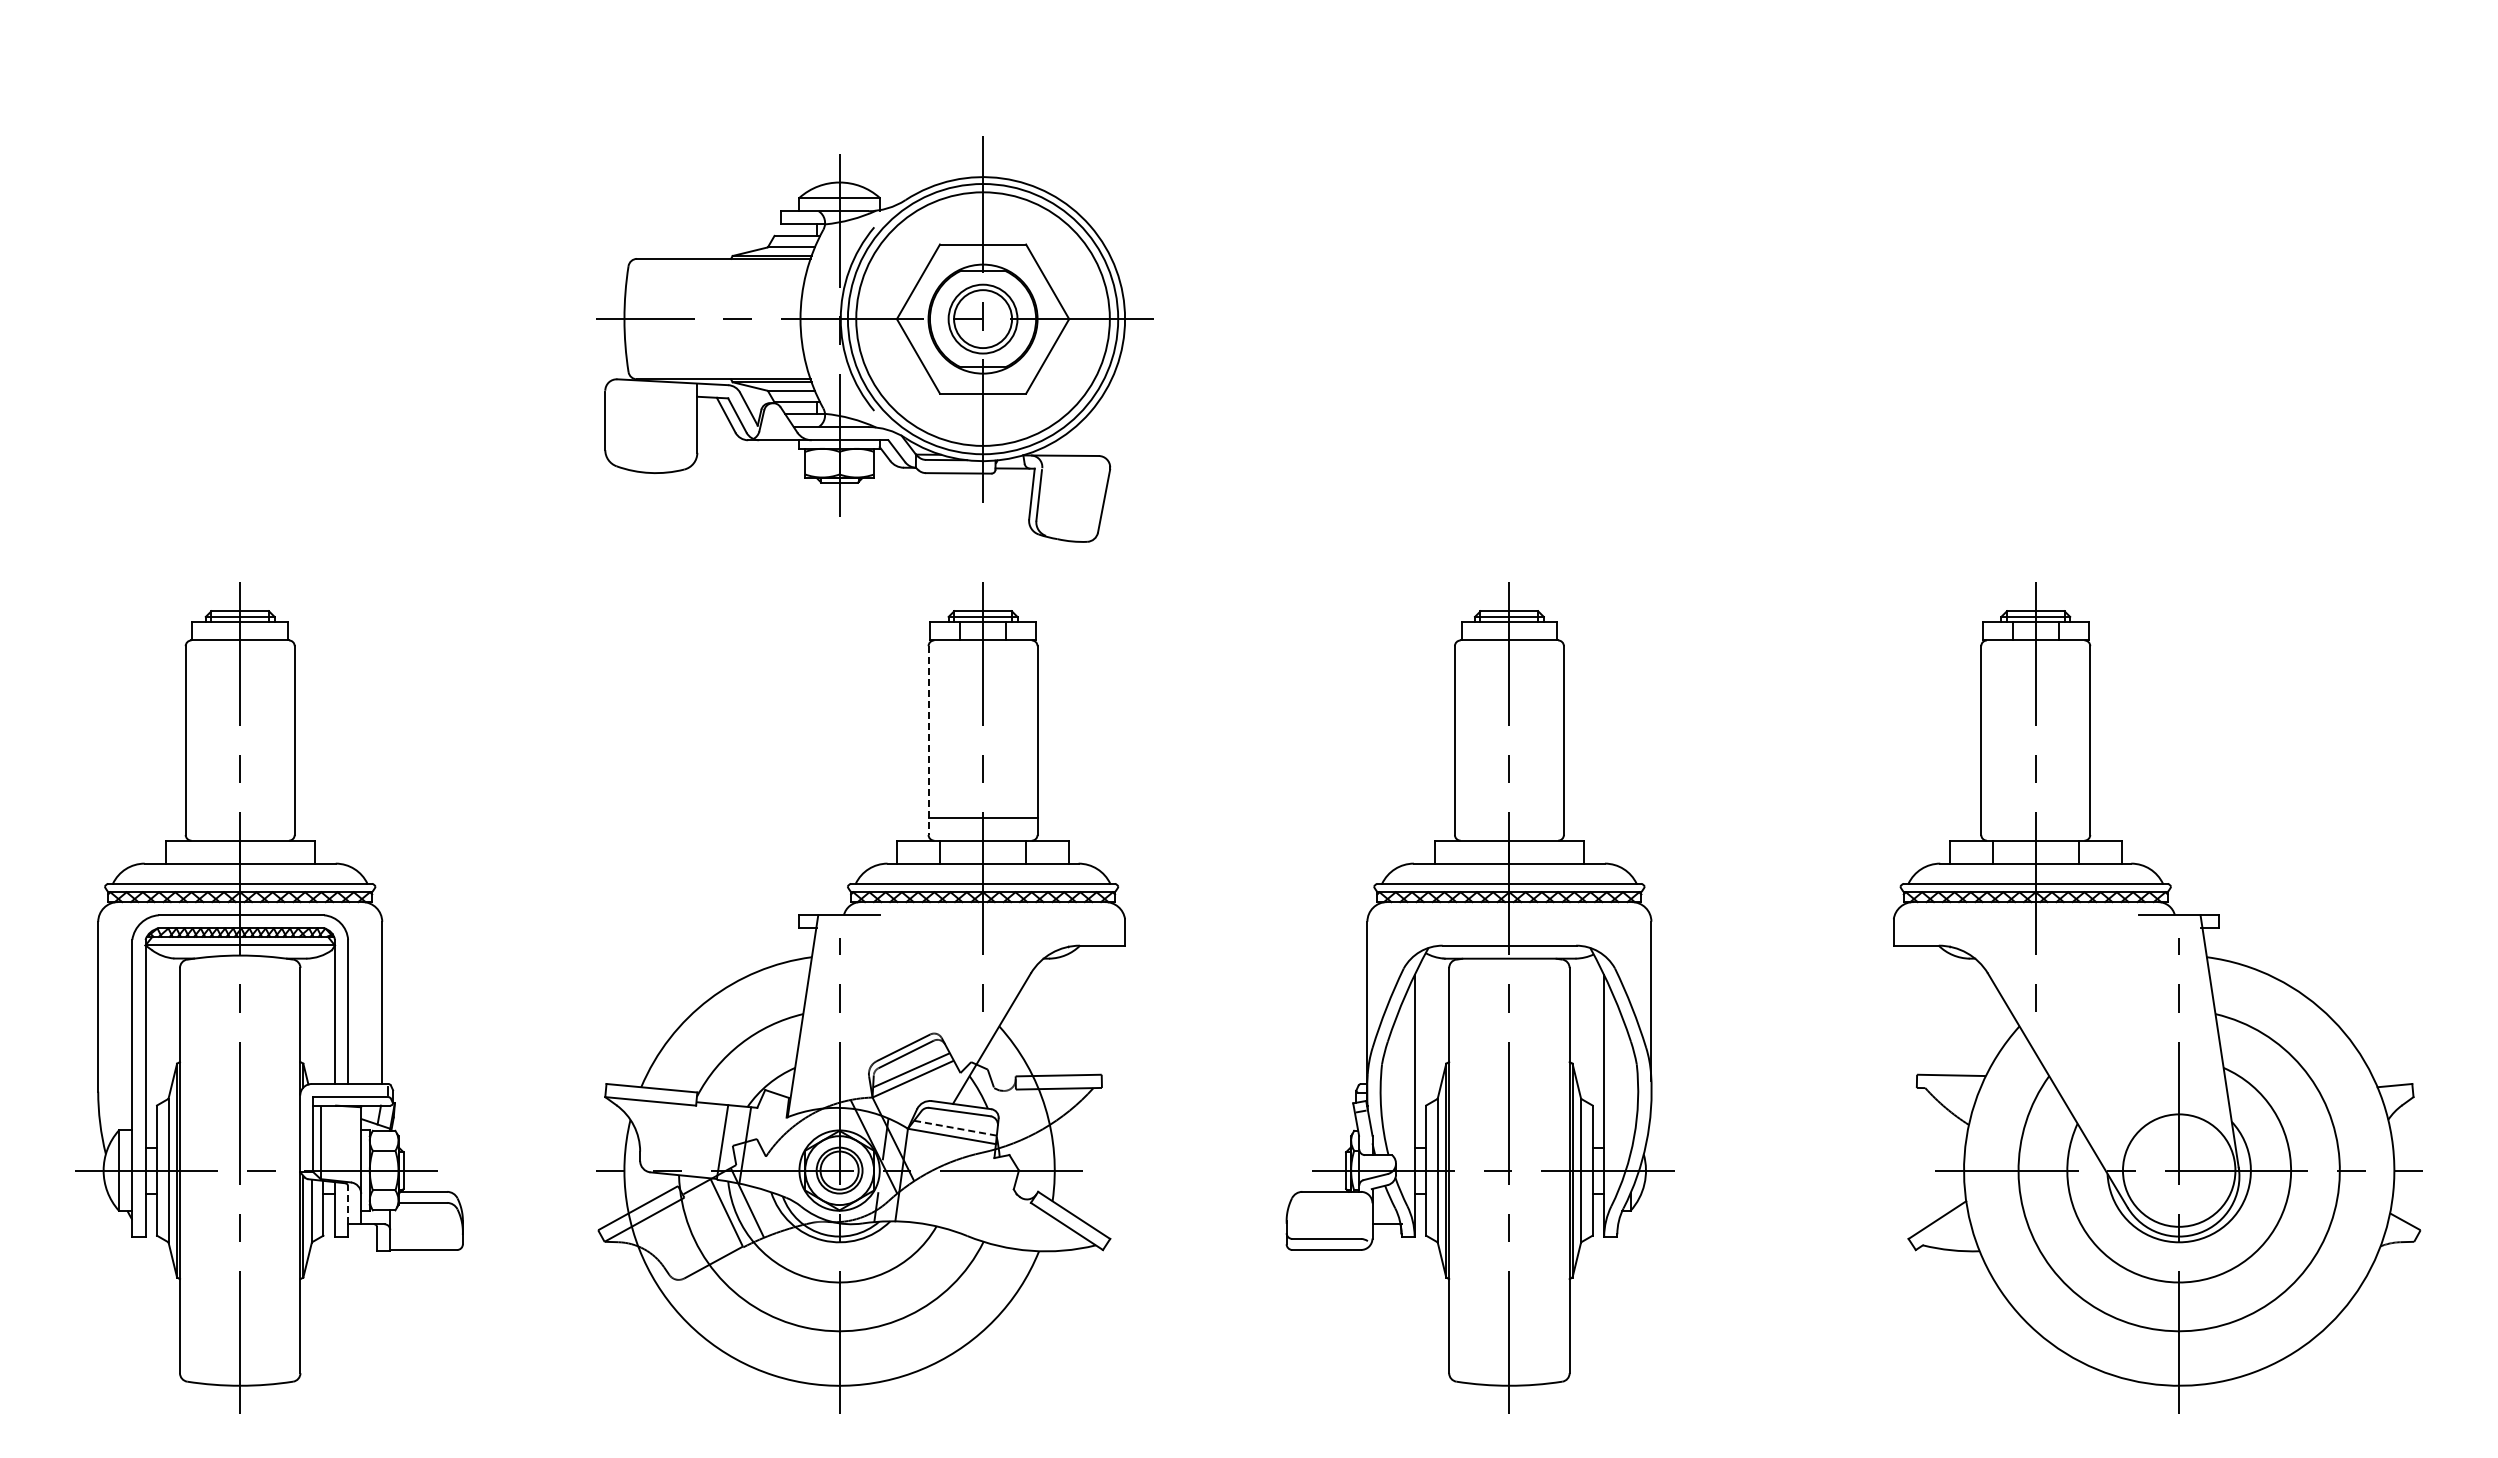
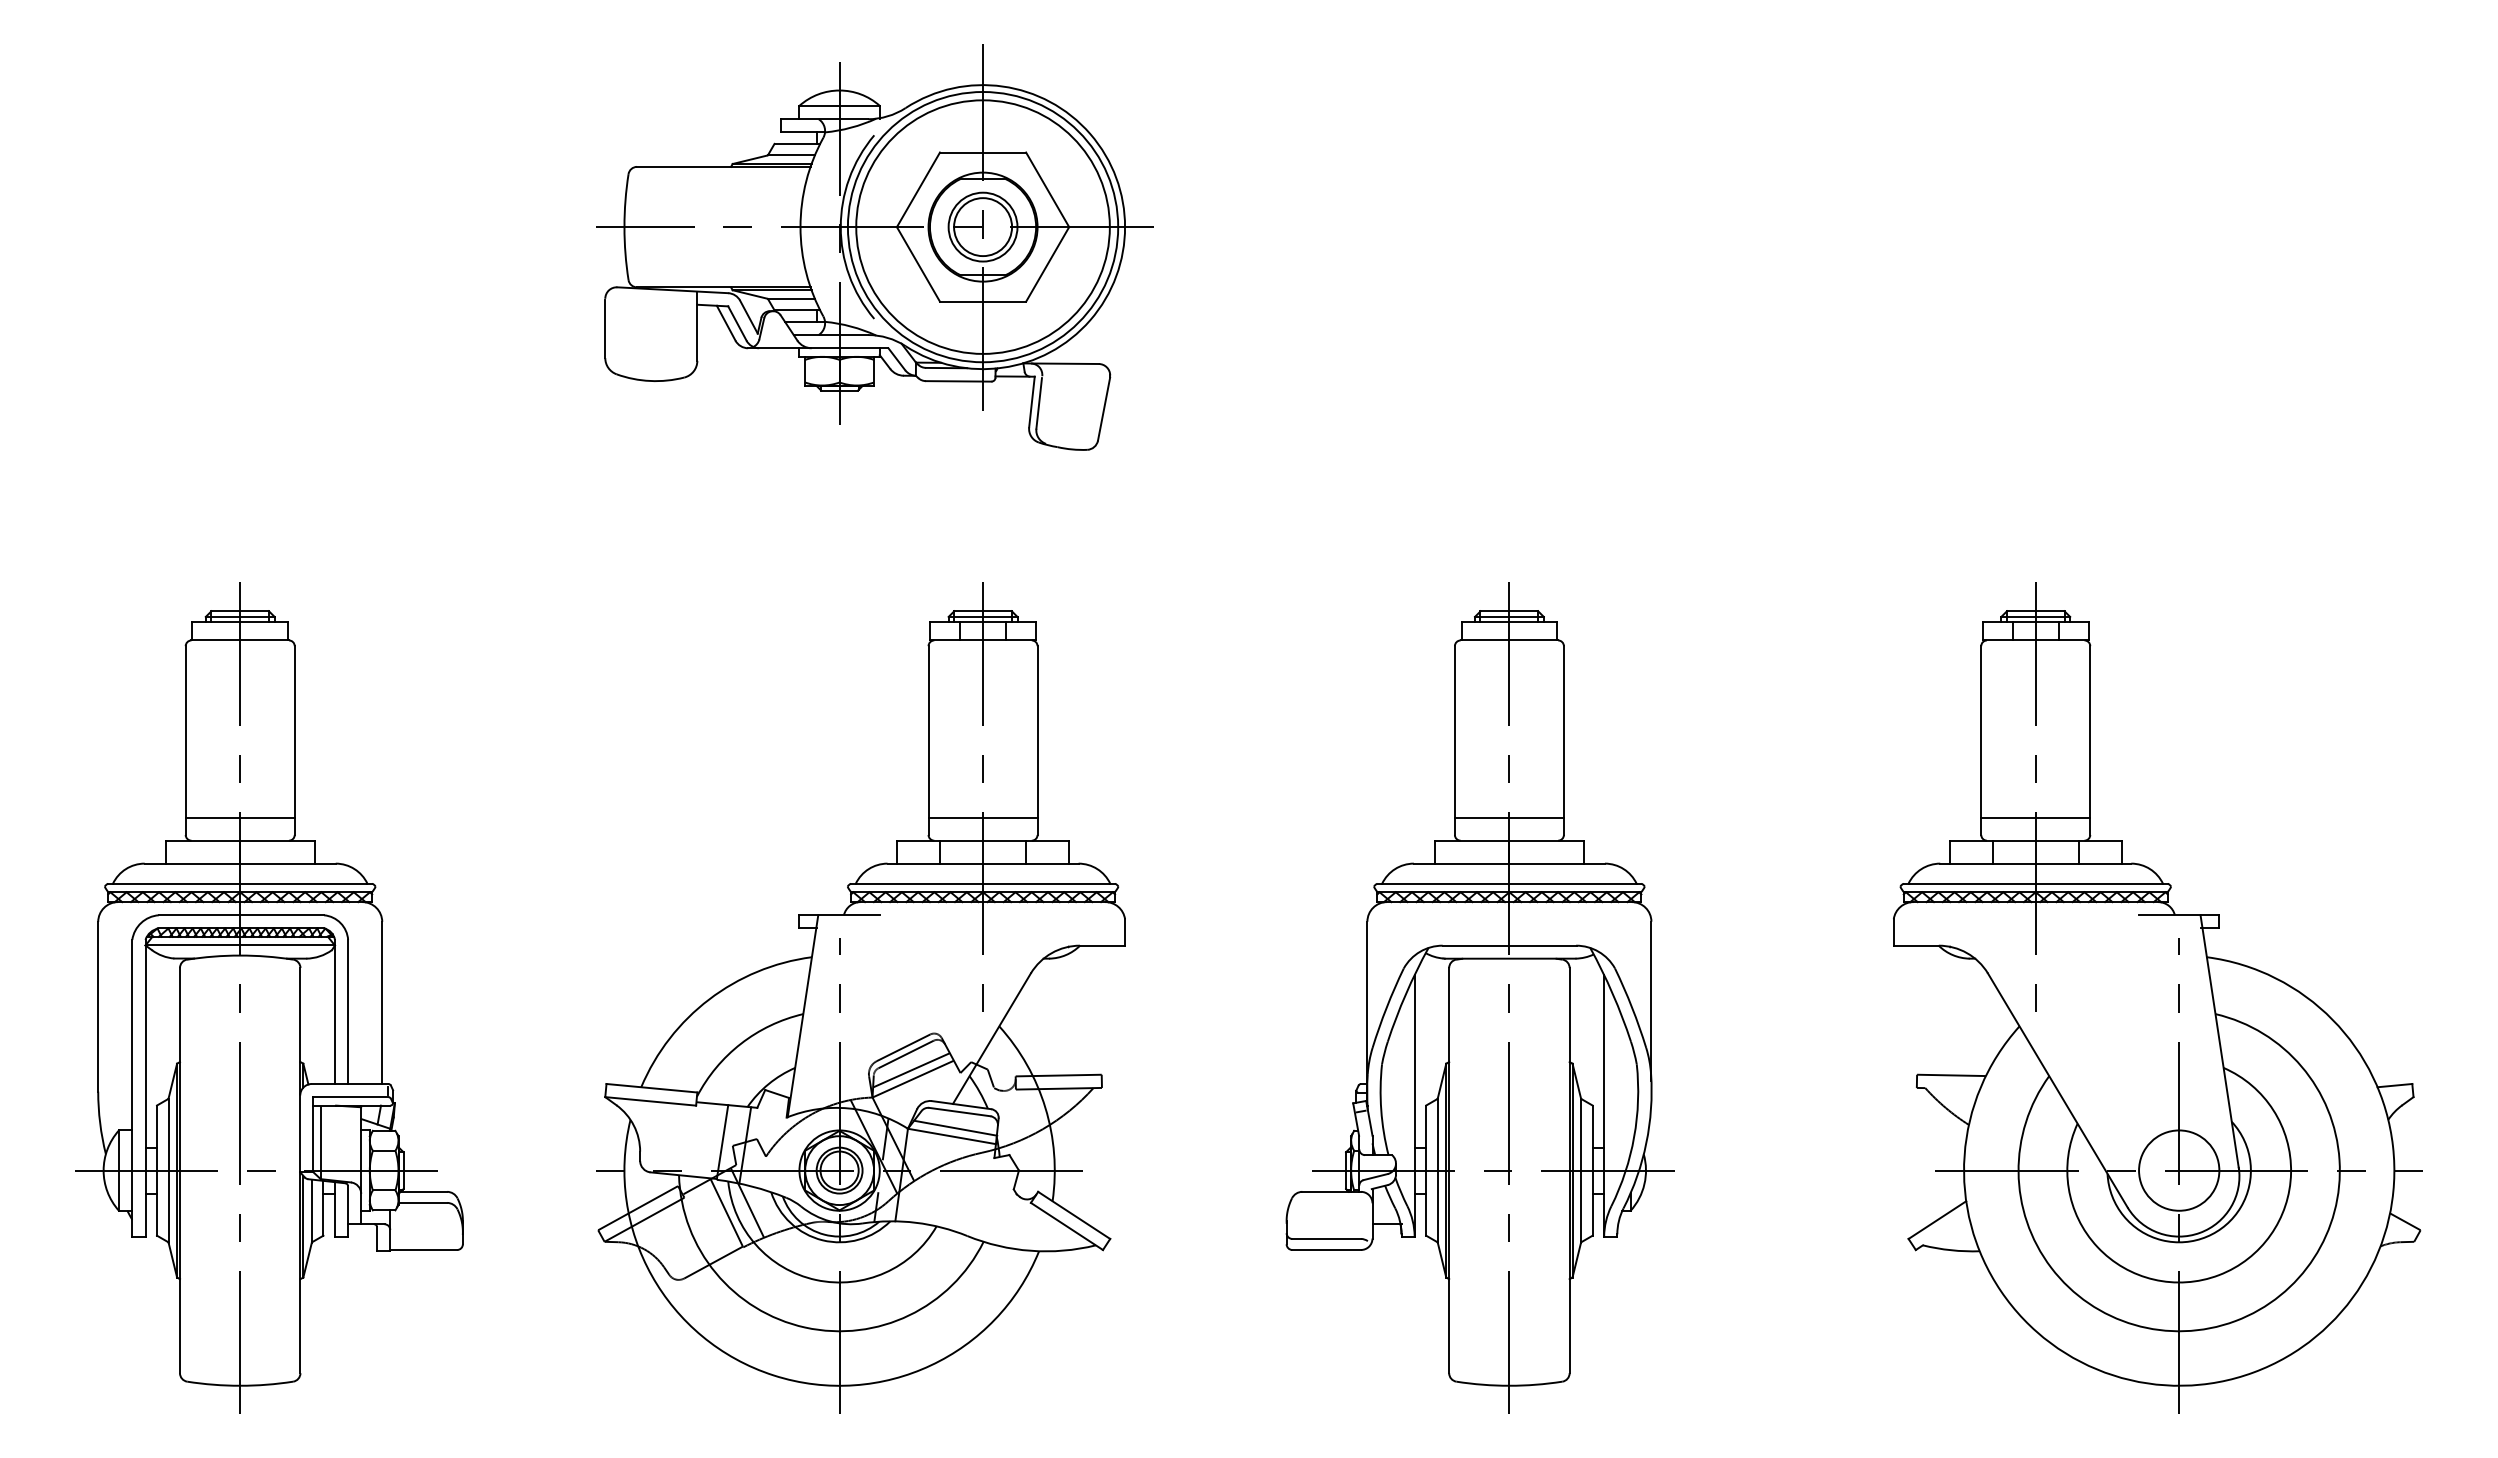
part at (874, 339) position: (874, 339) -> (874, 247)
line at (928, 741): dashed -> solid
line at (239, 818): none -> present
line at (1508, 818): none -> present
line at (2035, 818): none -> present
line at (956, 1128): dashed -> solid
circle at (2178, 1170) diameter: 112 px -> 80 px
line at (348, 1204): dashed -> solid
